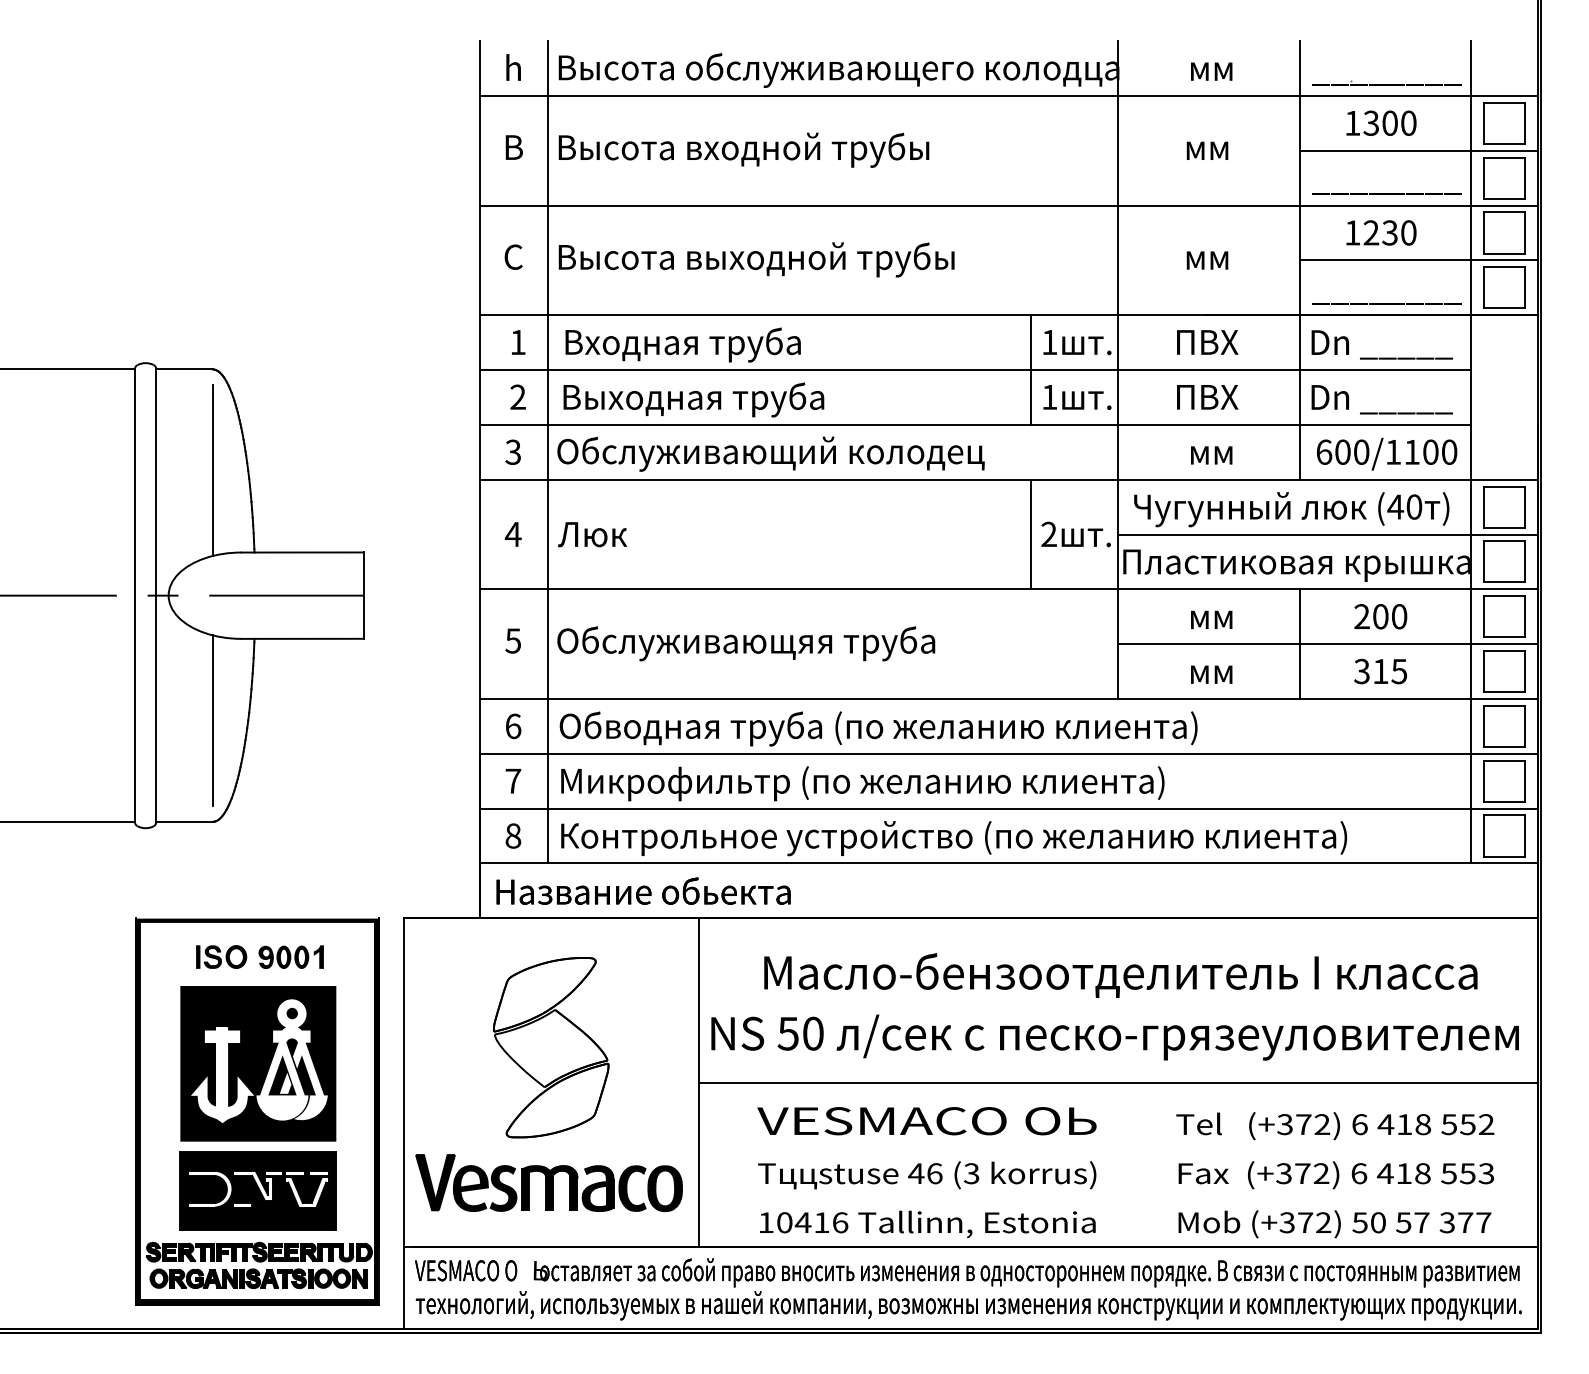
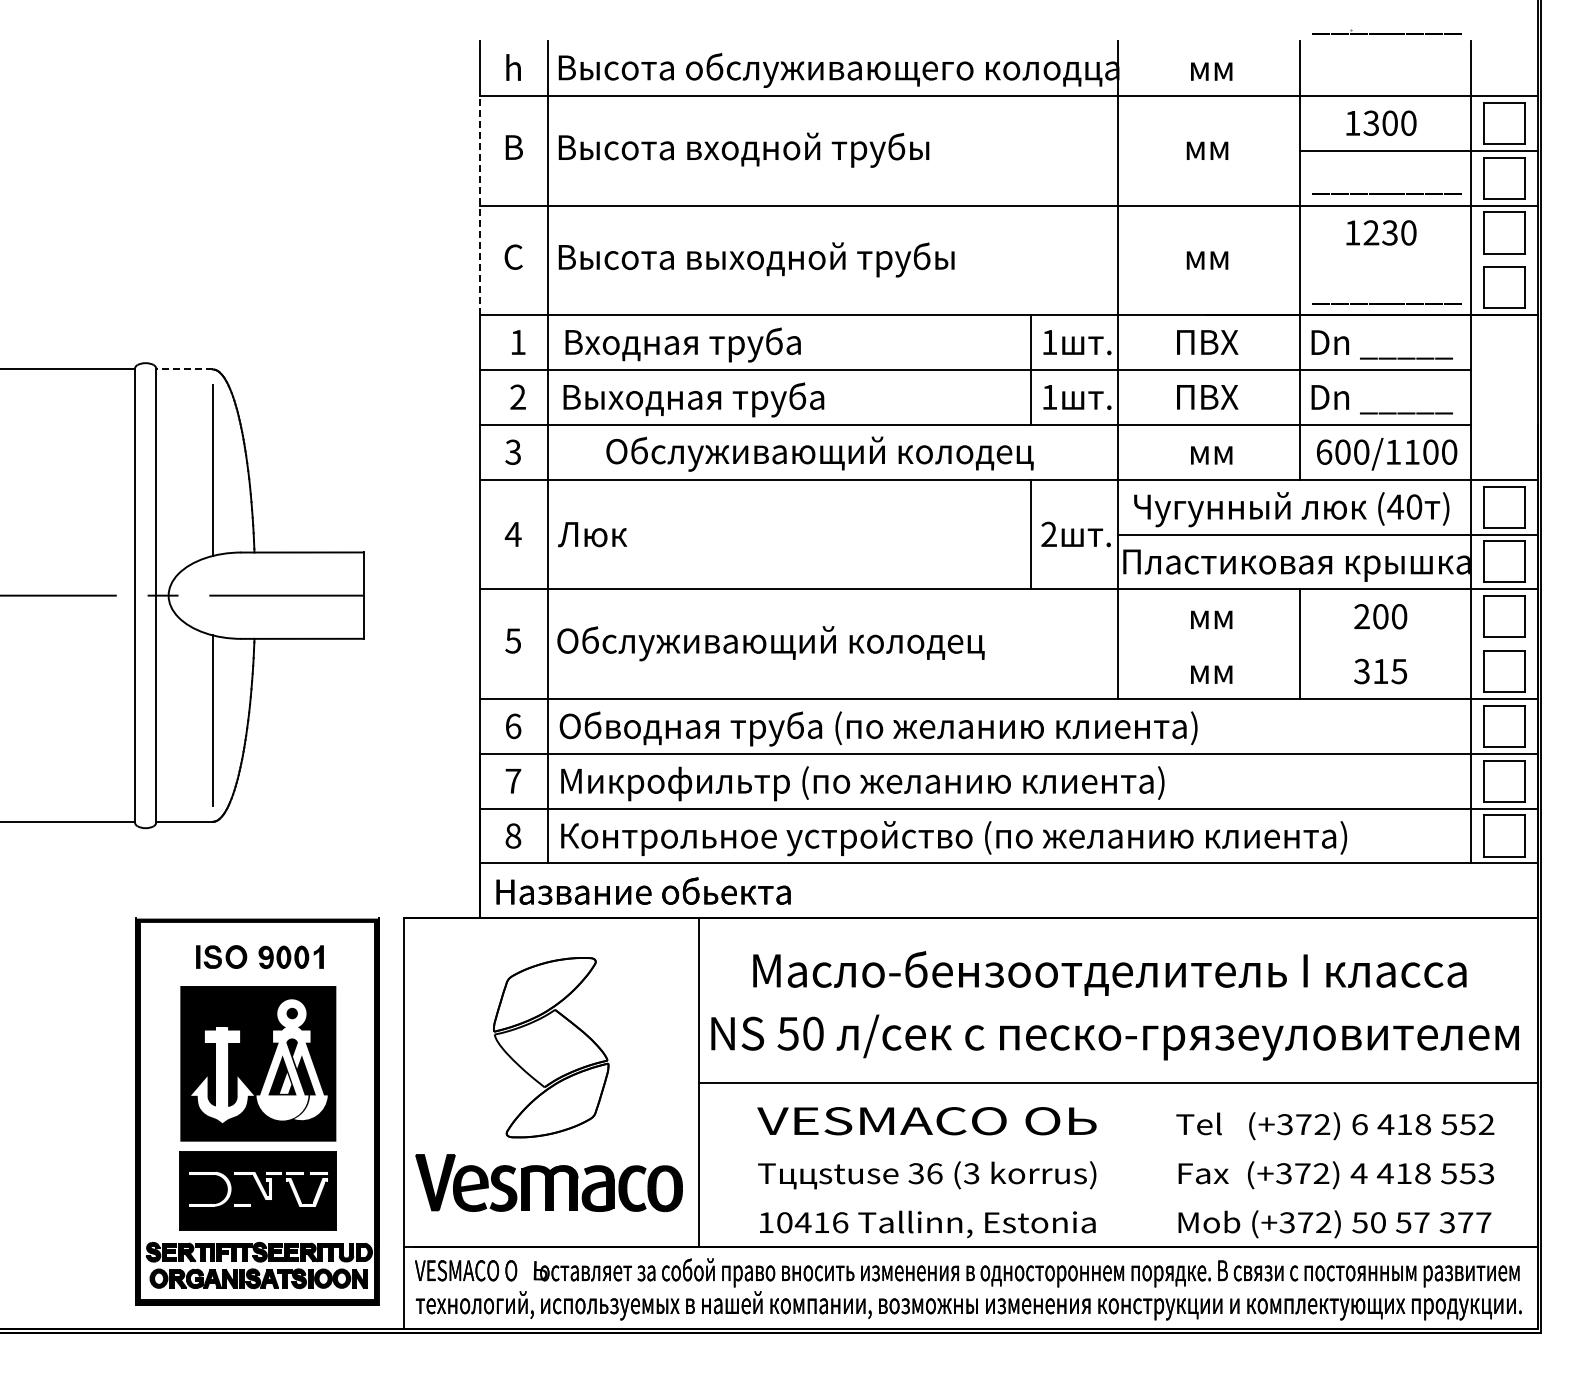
part at (1386, 82) position: (1386, 82) -> (1386, 31)
line at (479, 205): solid -> dashed
line at (1418, 260): present -> none
line at (184, 369): solid -> dashed
text at (770, 453) position: (770, 453) -> (819, 453)
text at (891, 643): Обслуживающяя труба -> Обслуживающий колодец
line at (1327, 644): present -> none
text at (1120, 975) position: (1120, 975) -> (1109, 973)
text at (916, 1173): 46 -> 36
text at (1358, 1173): 6 -> 4
